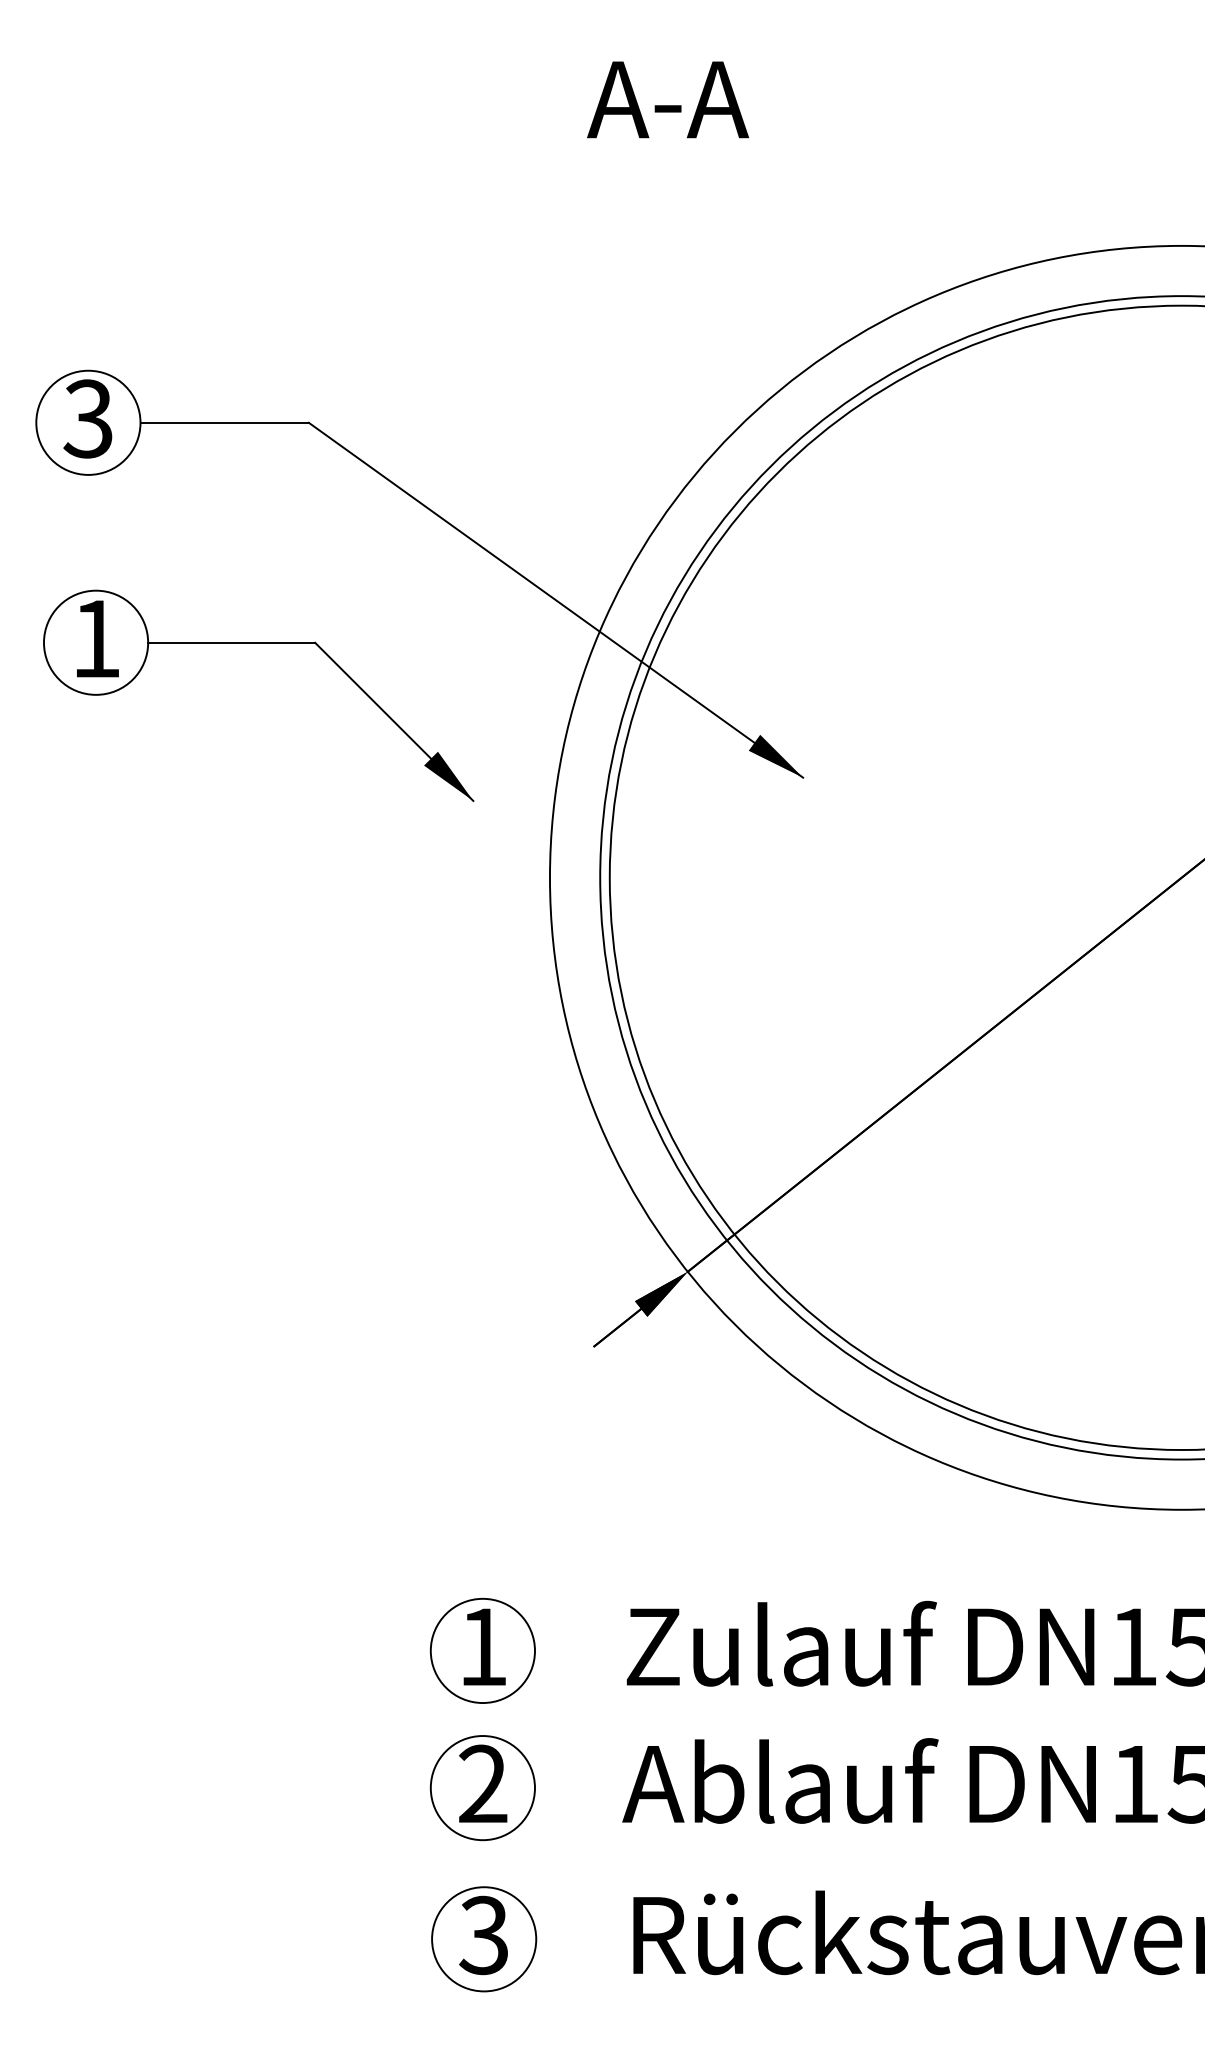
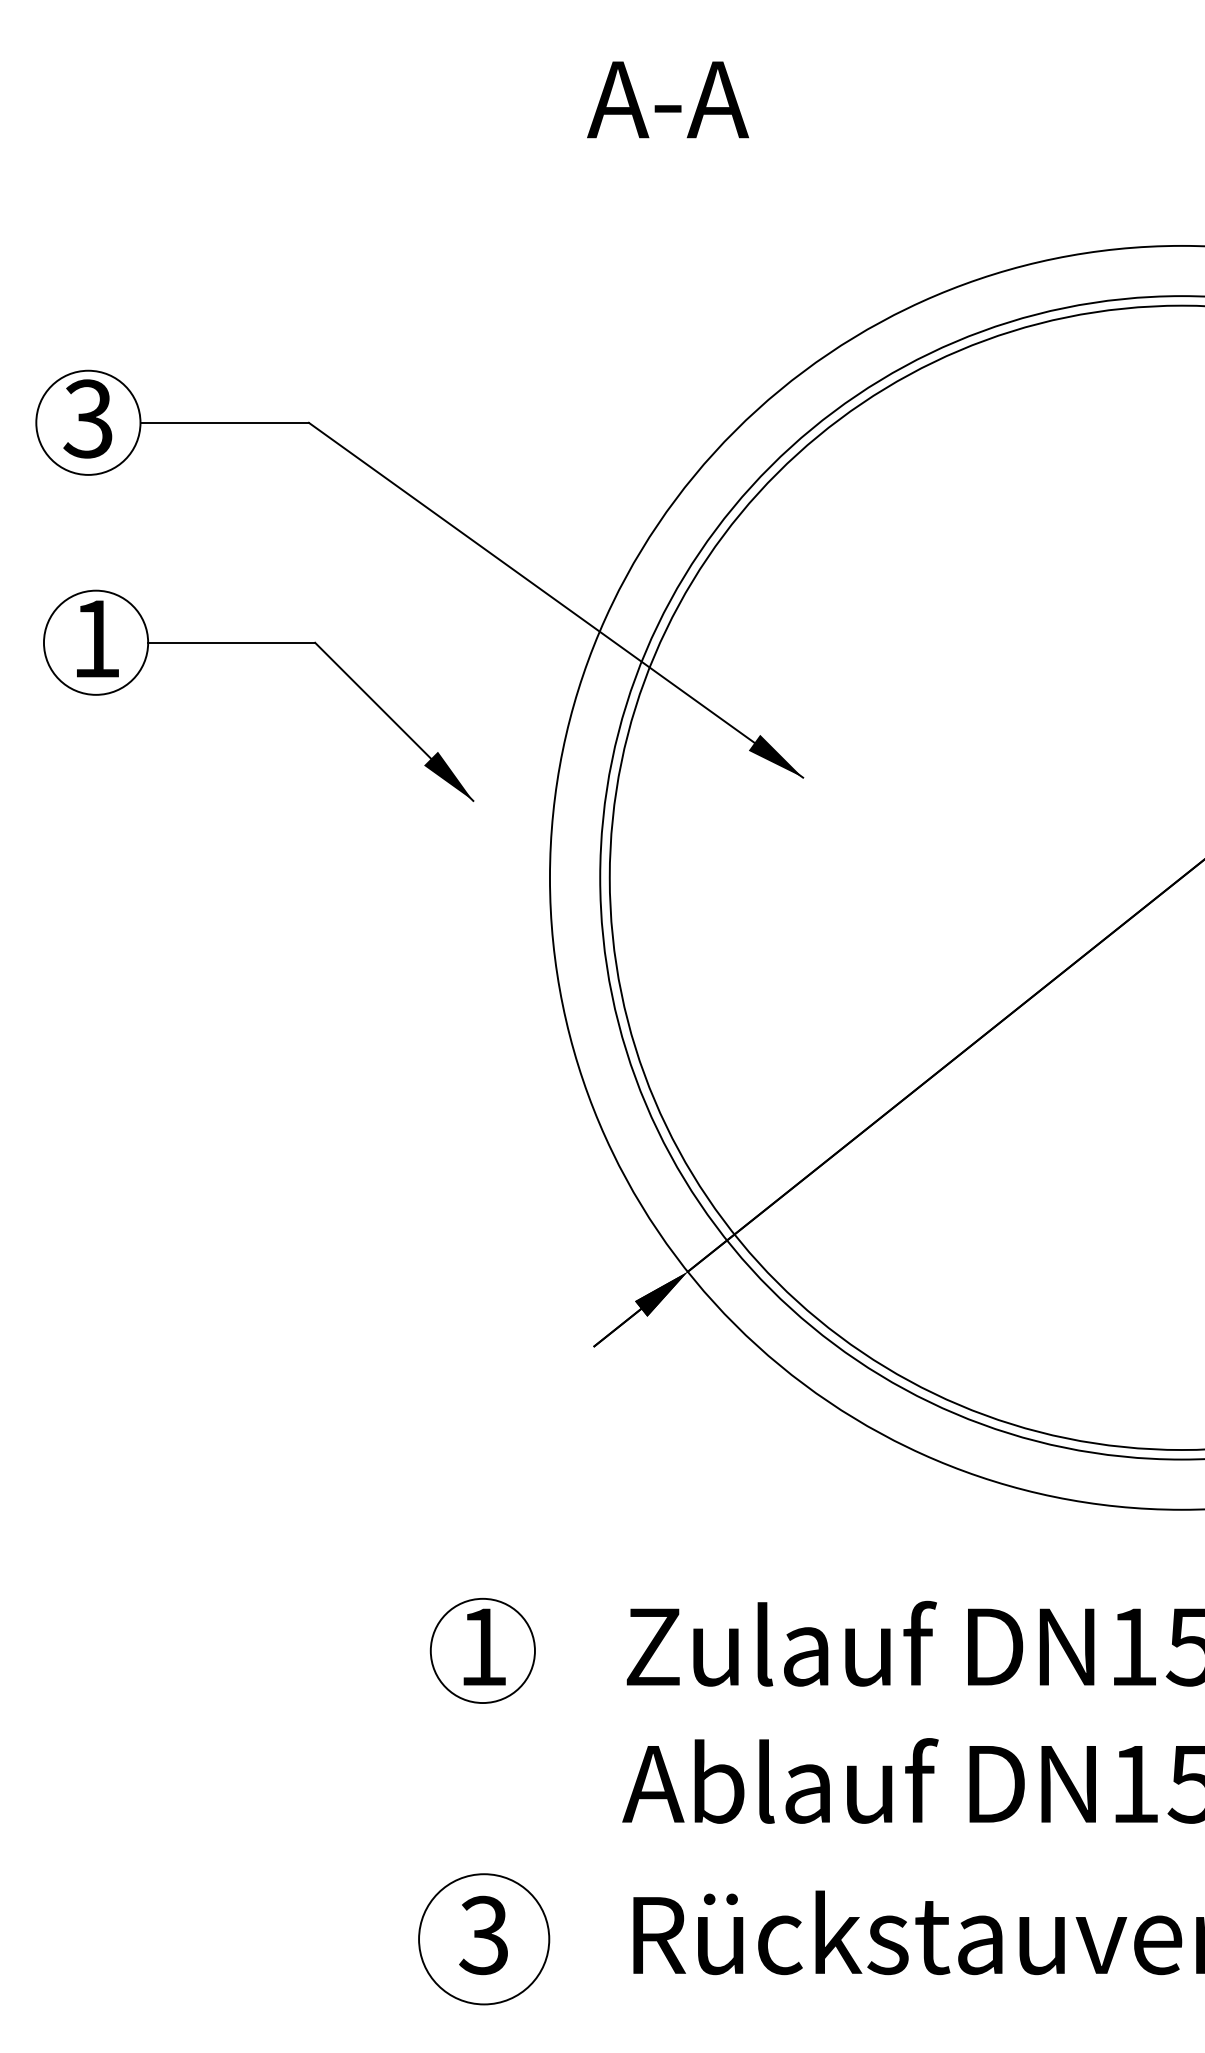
part at (482, 1788): present -> none
circle at (484, 1939) diameter: 104 px -> 130 px
